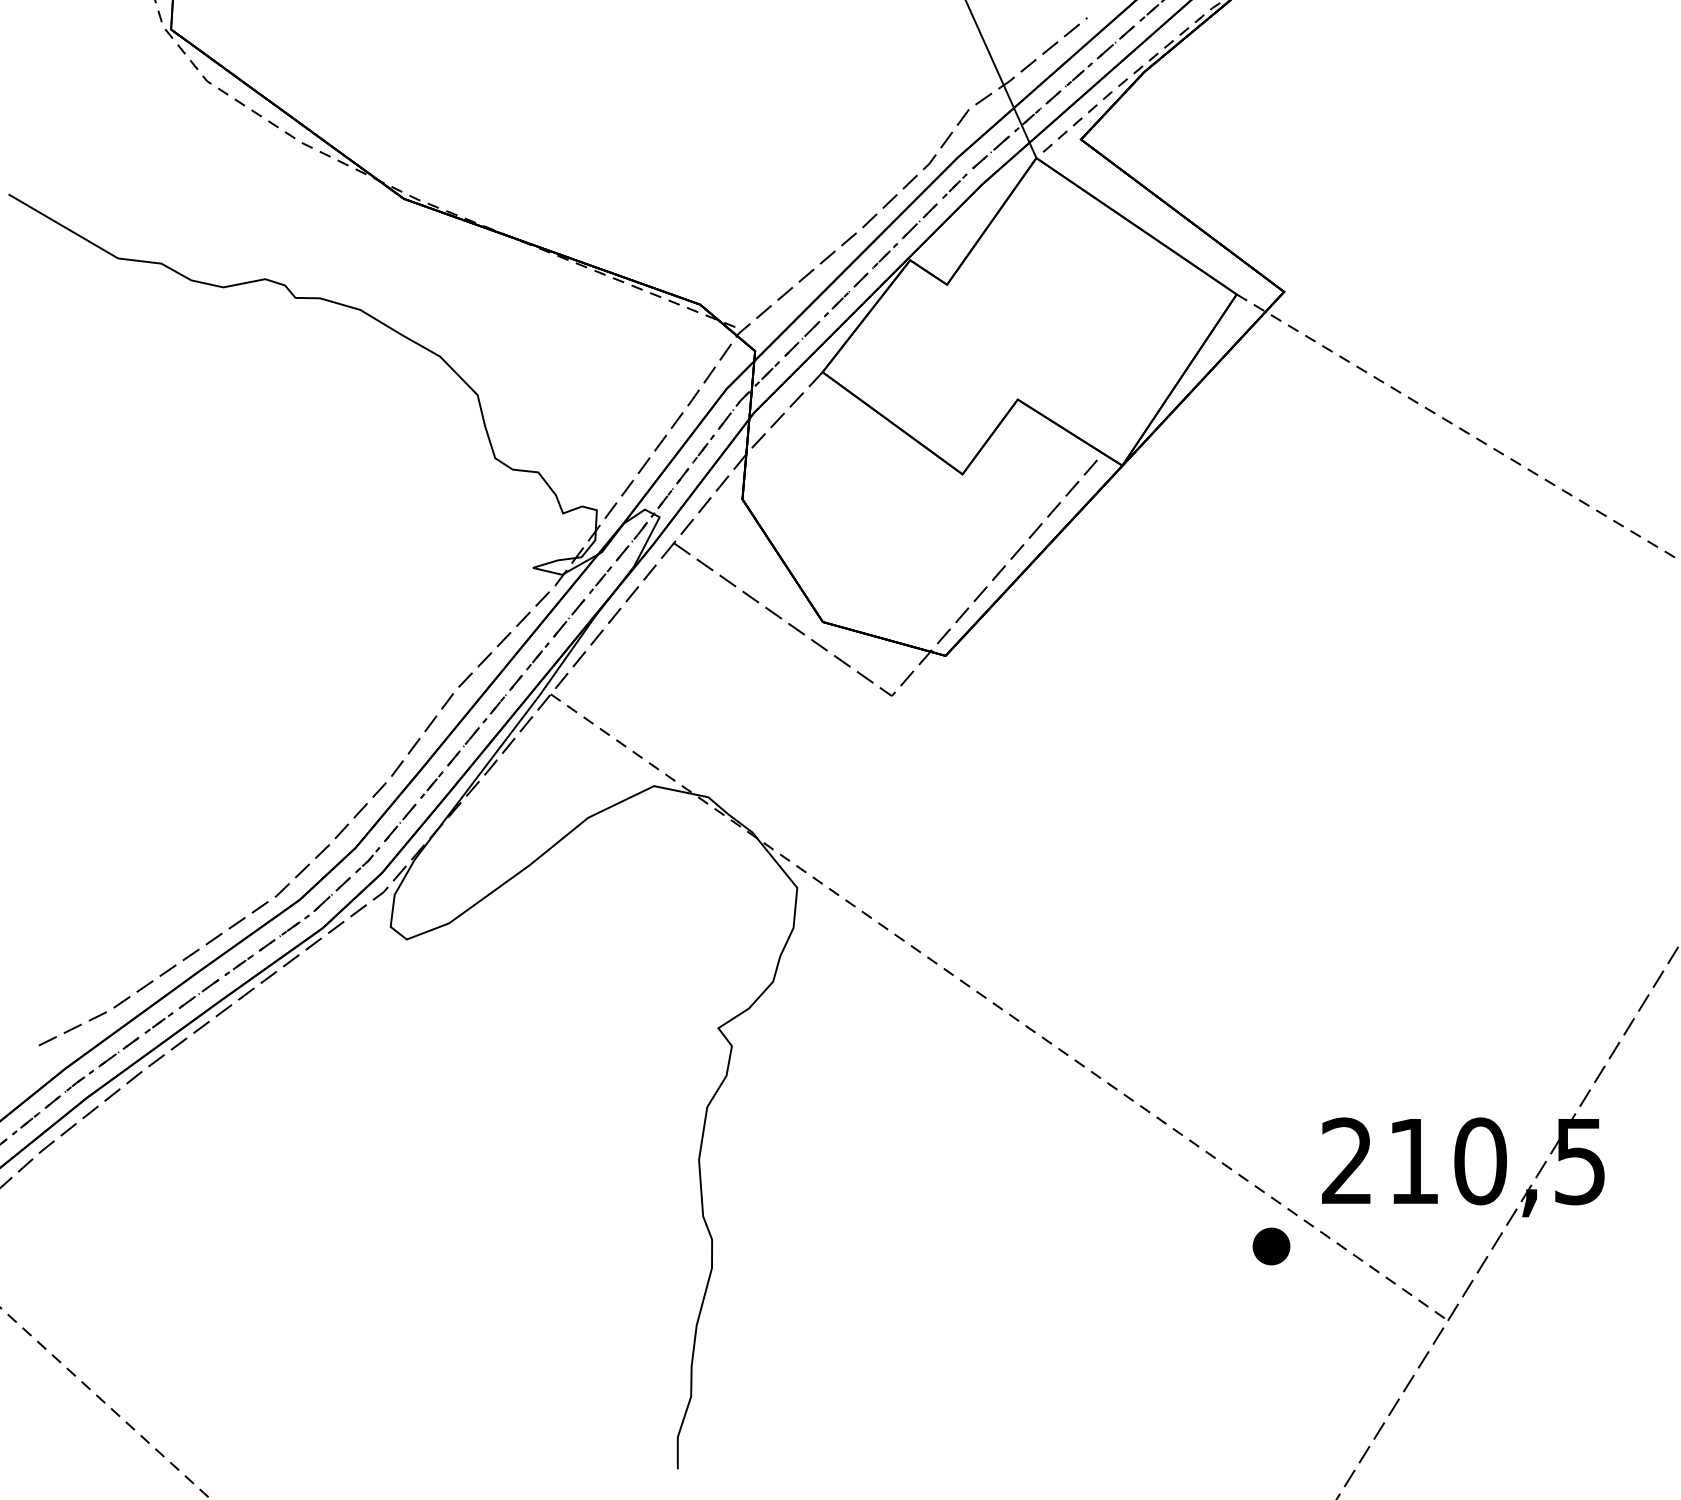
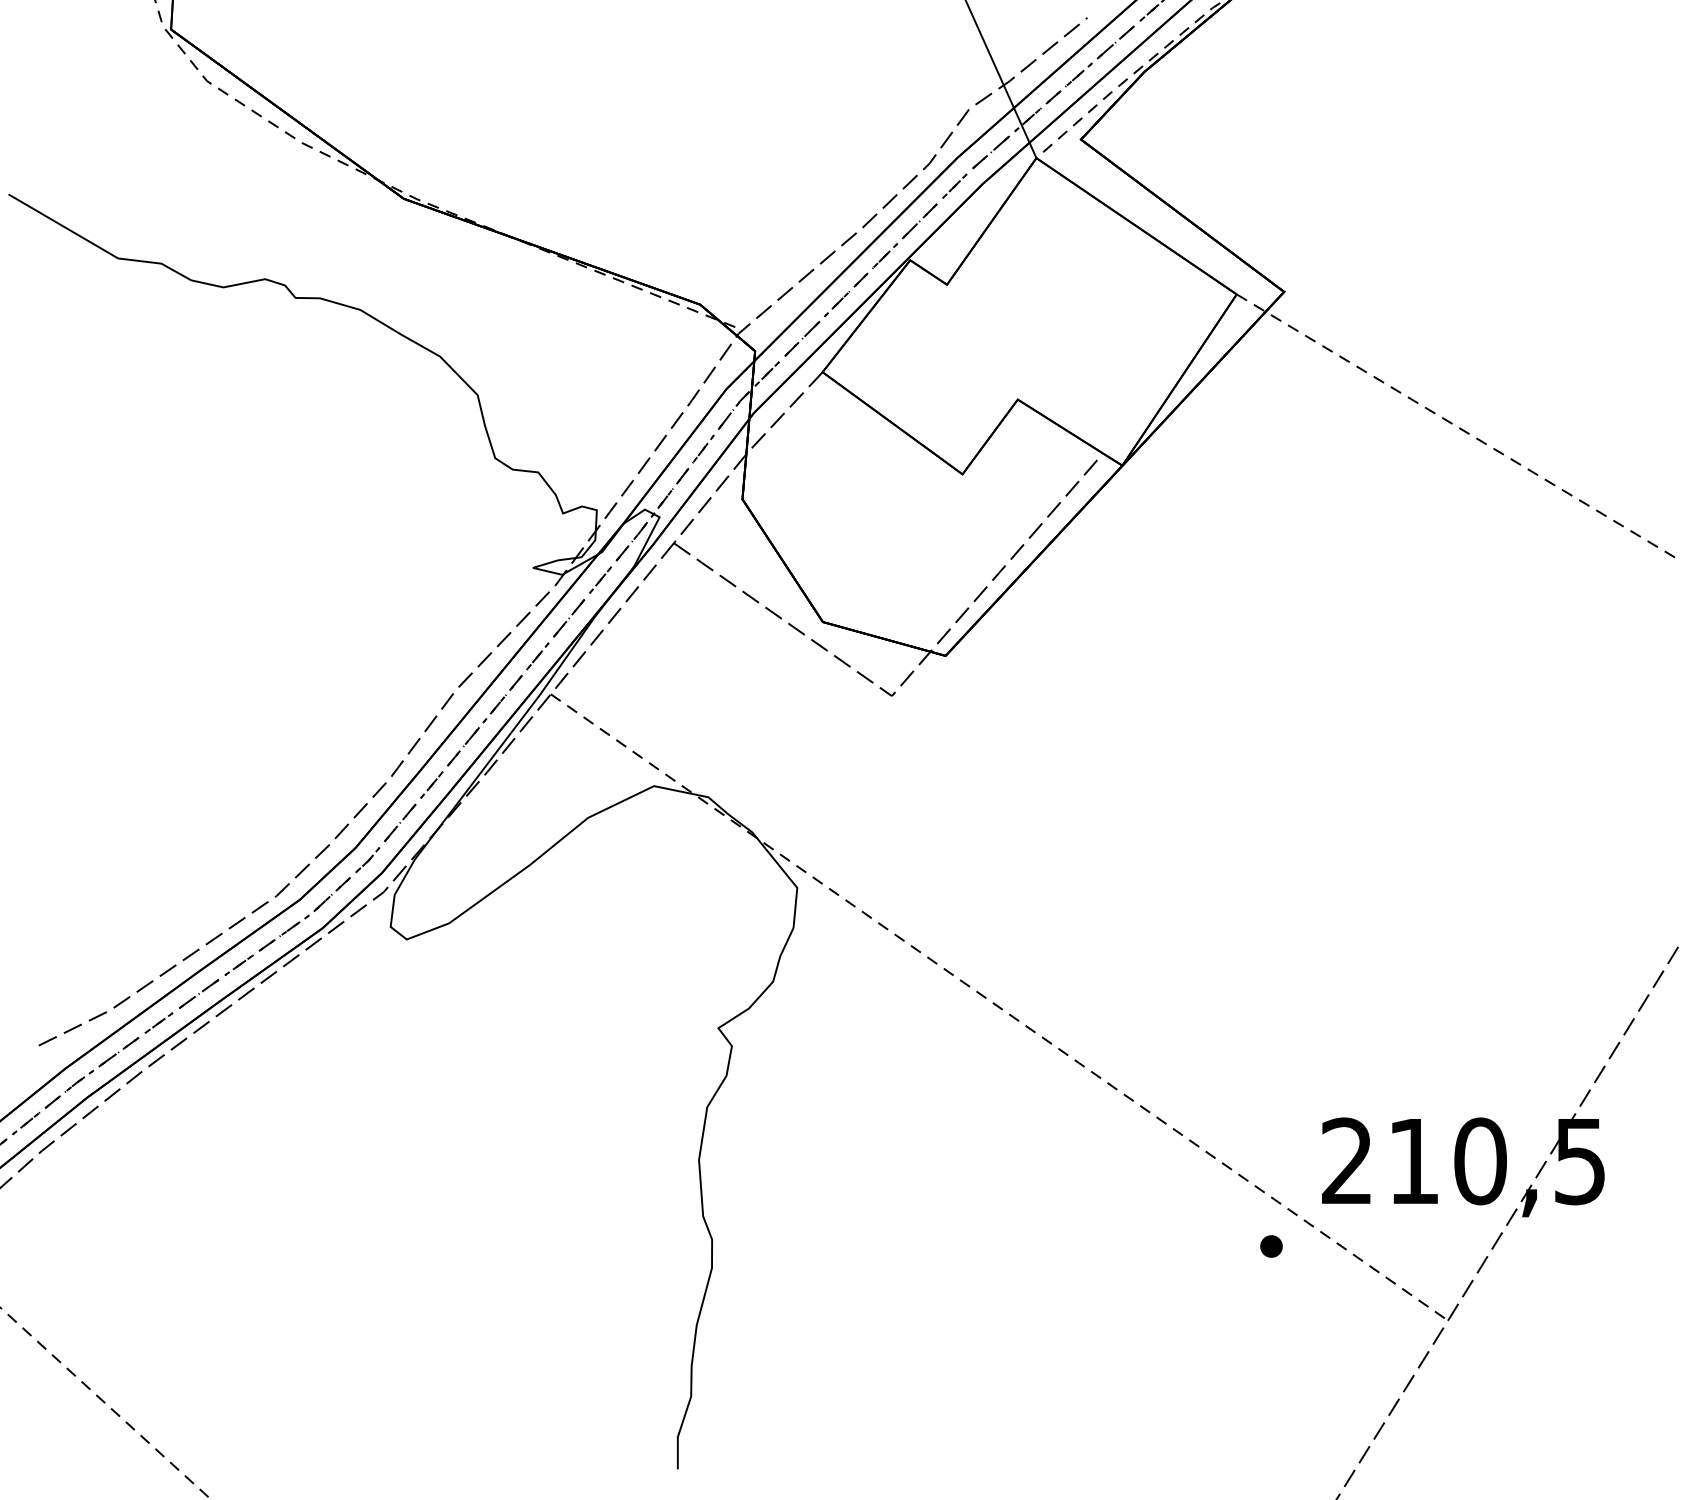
part at (1271, 1246) size: 39x39 px -> 23x23 px
